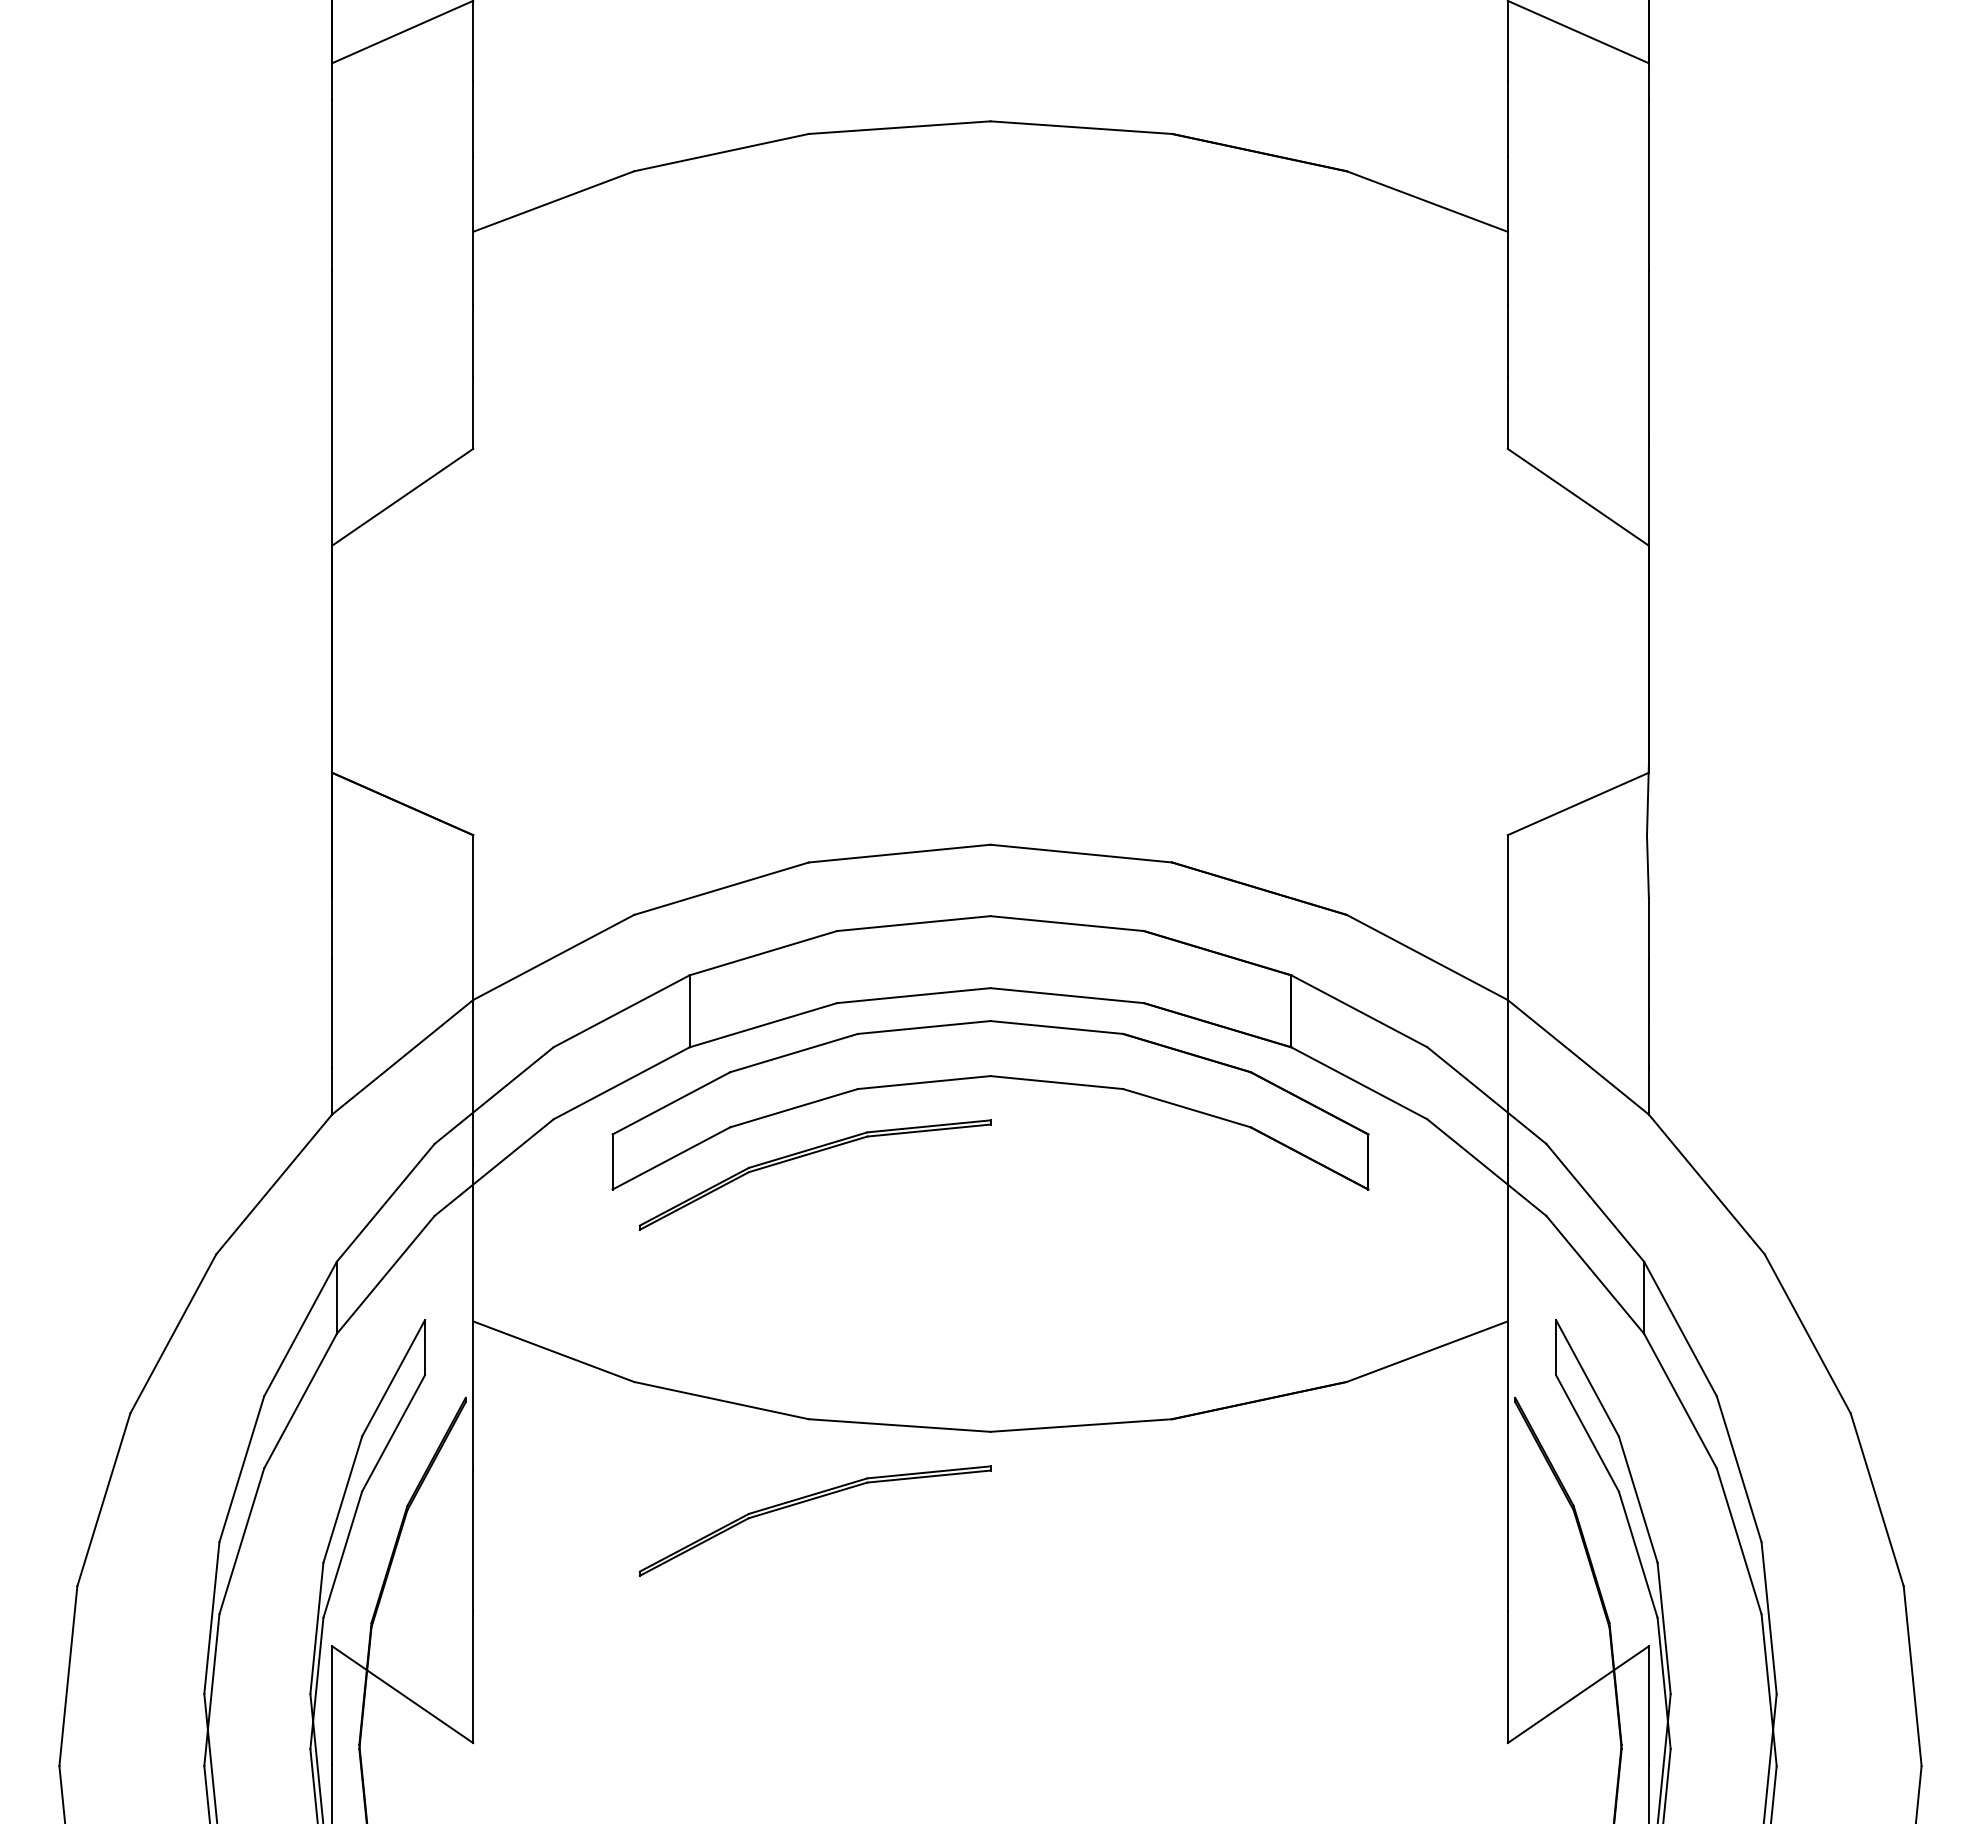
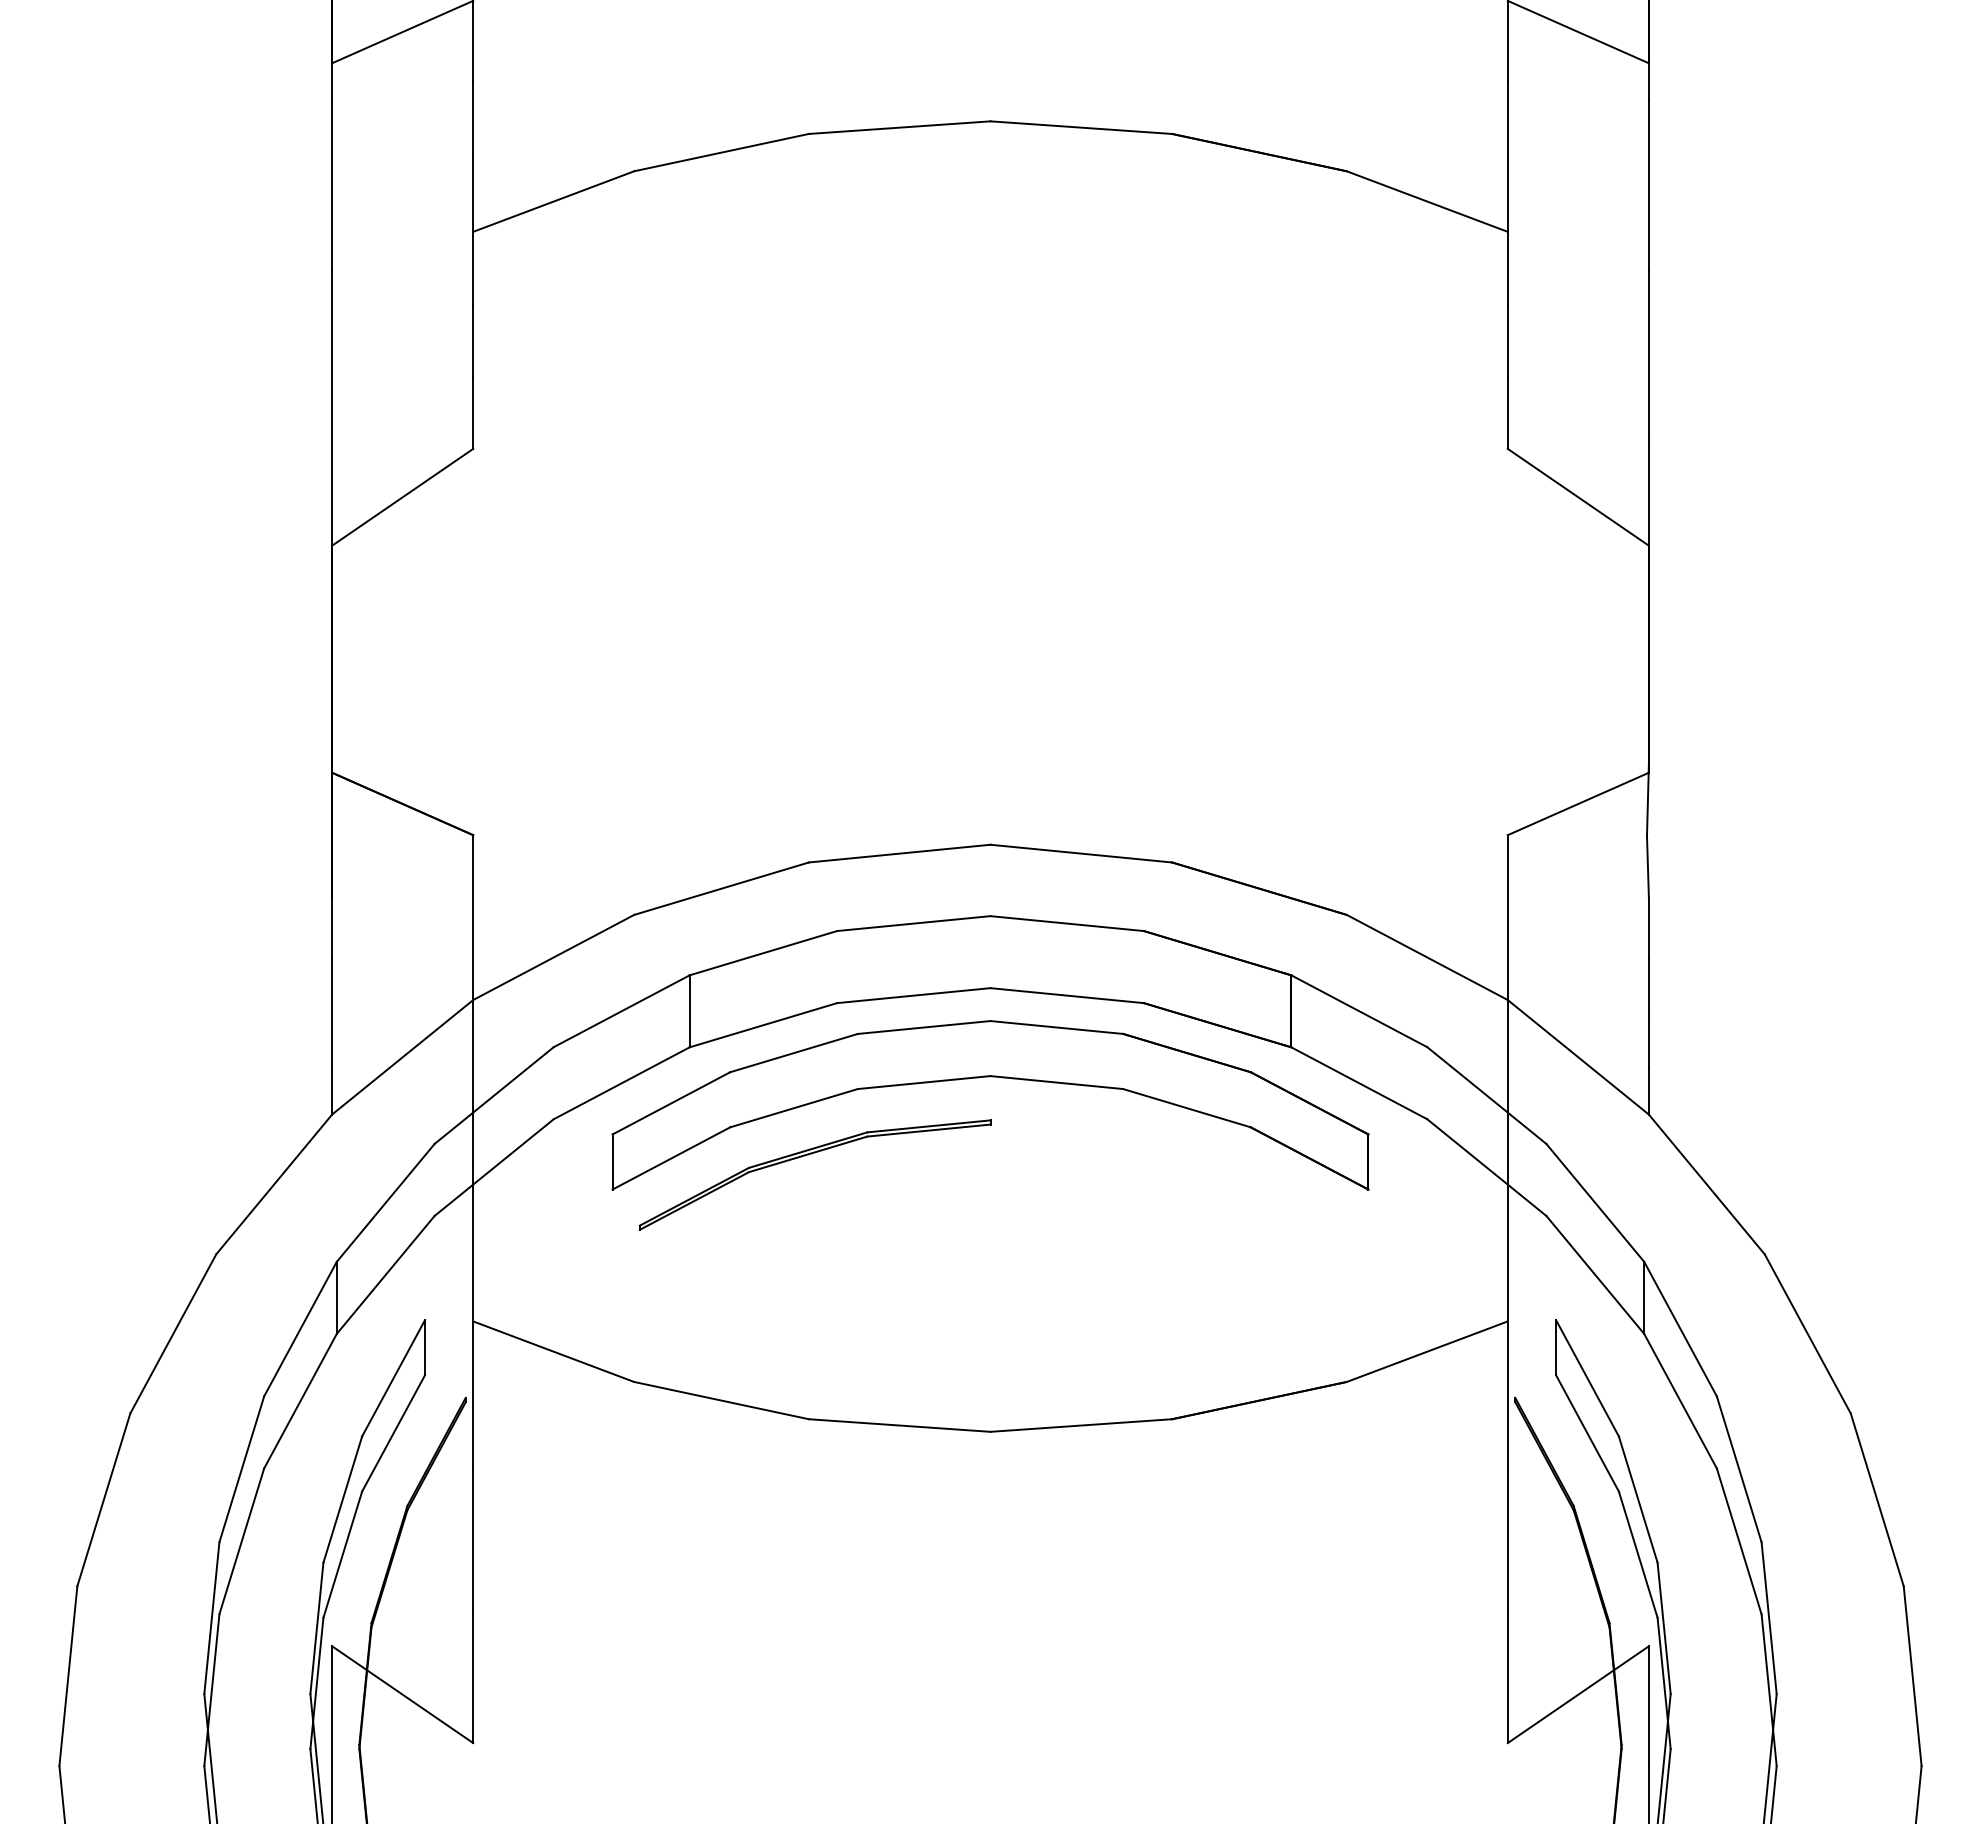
part at (808, 1501): present -> none
